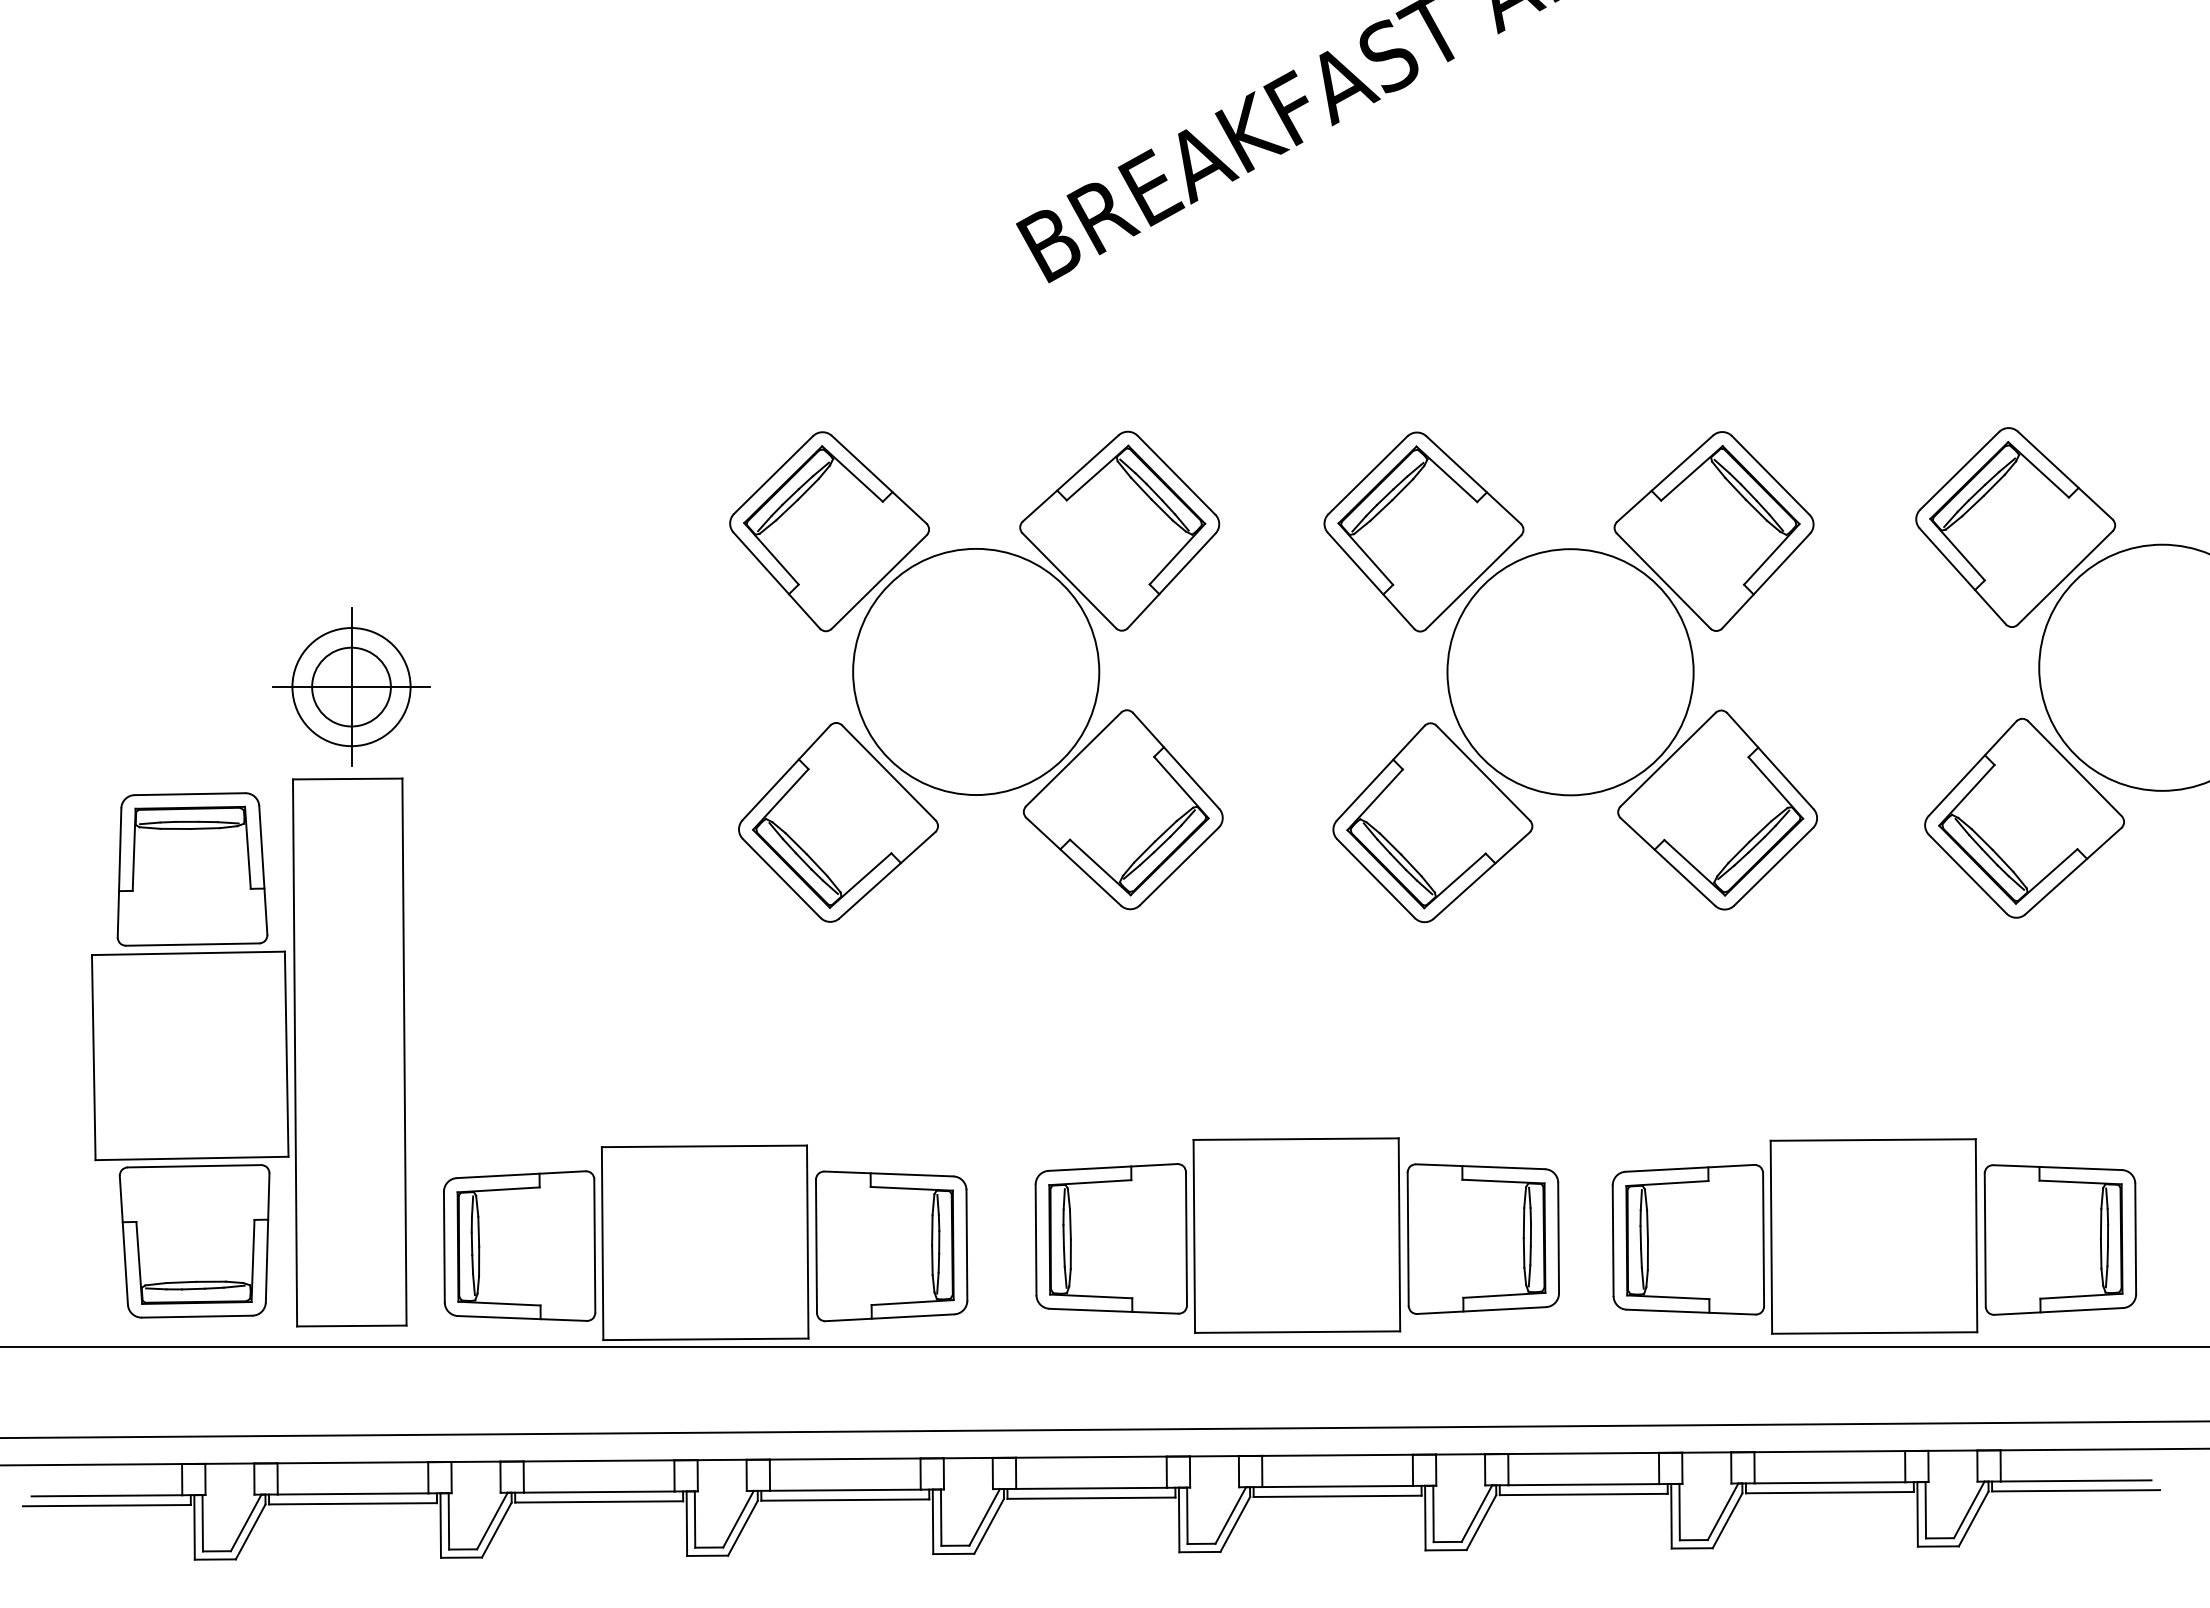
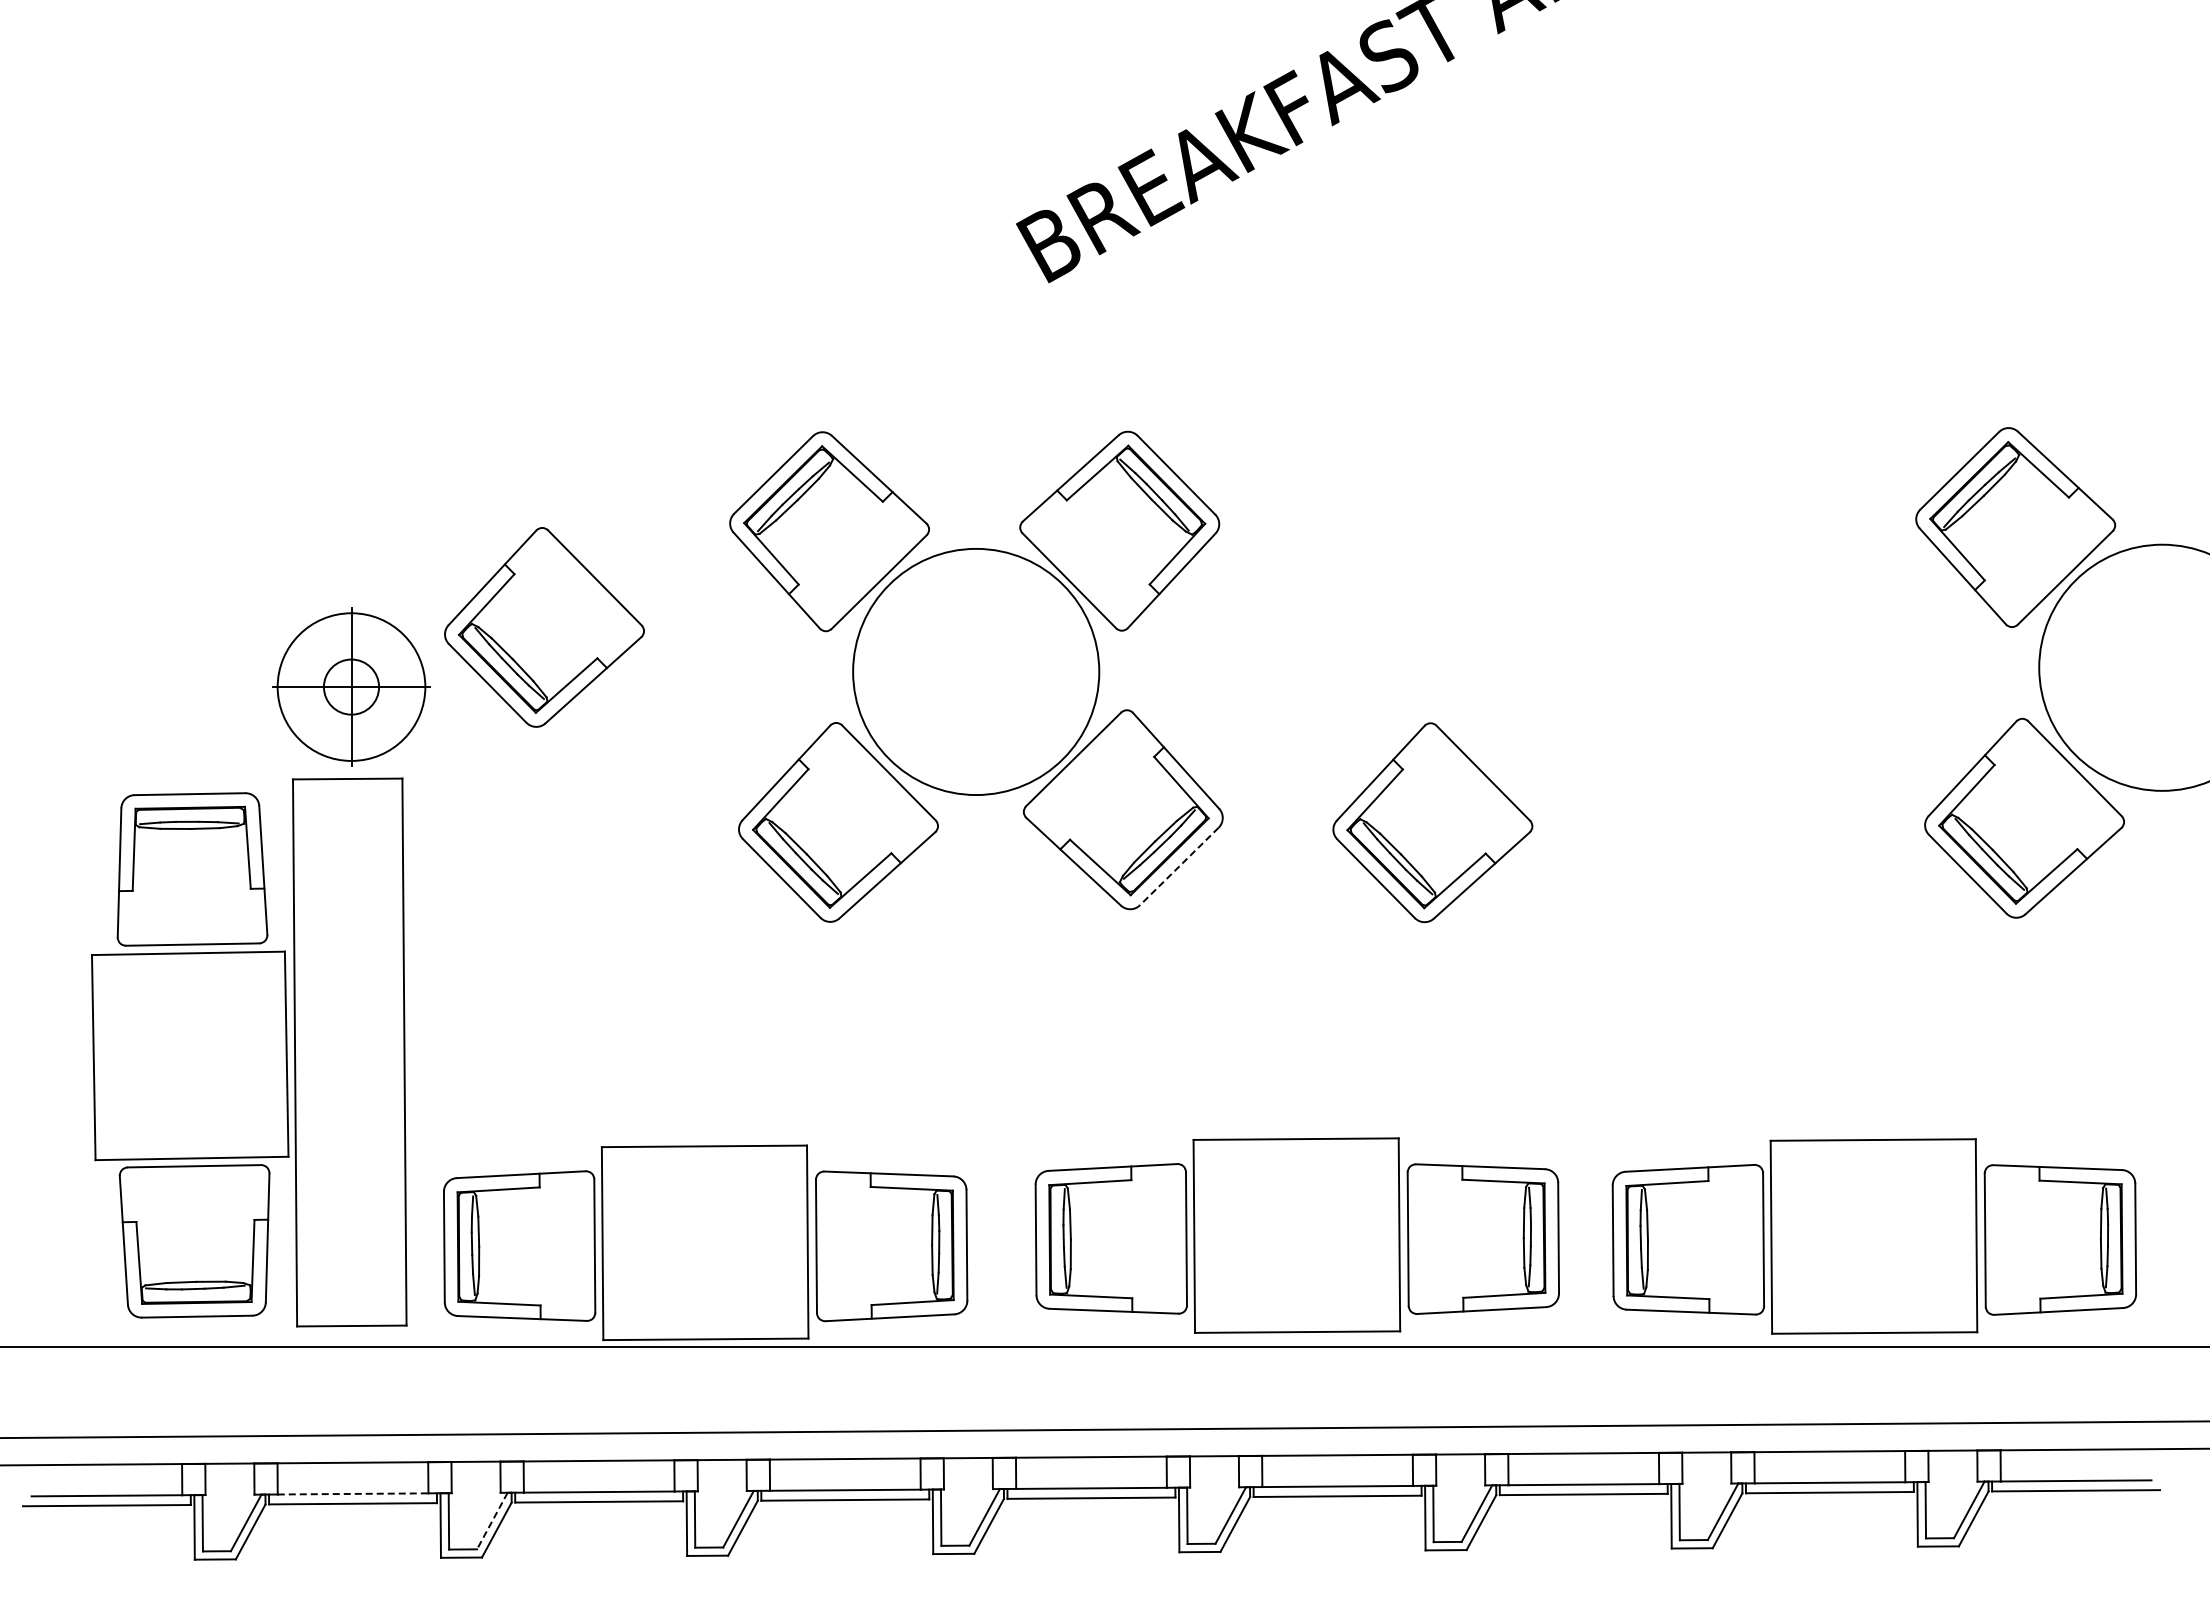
part at (544, 627): none -> present
part at (1570, 670): present -> none
circle at (351, 686) diameter: 79 px -> 55 px
circle at (351, 687) diameter: 118 px -> 148 px
line at (1178, 866): solid -> dashed
line at (353, 1493): solid -> dashed
line at (492, 1521): solid -> dashed
